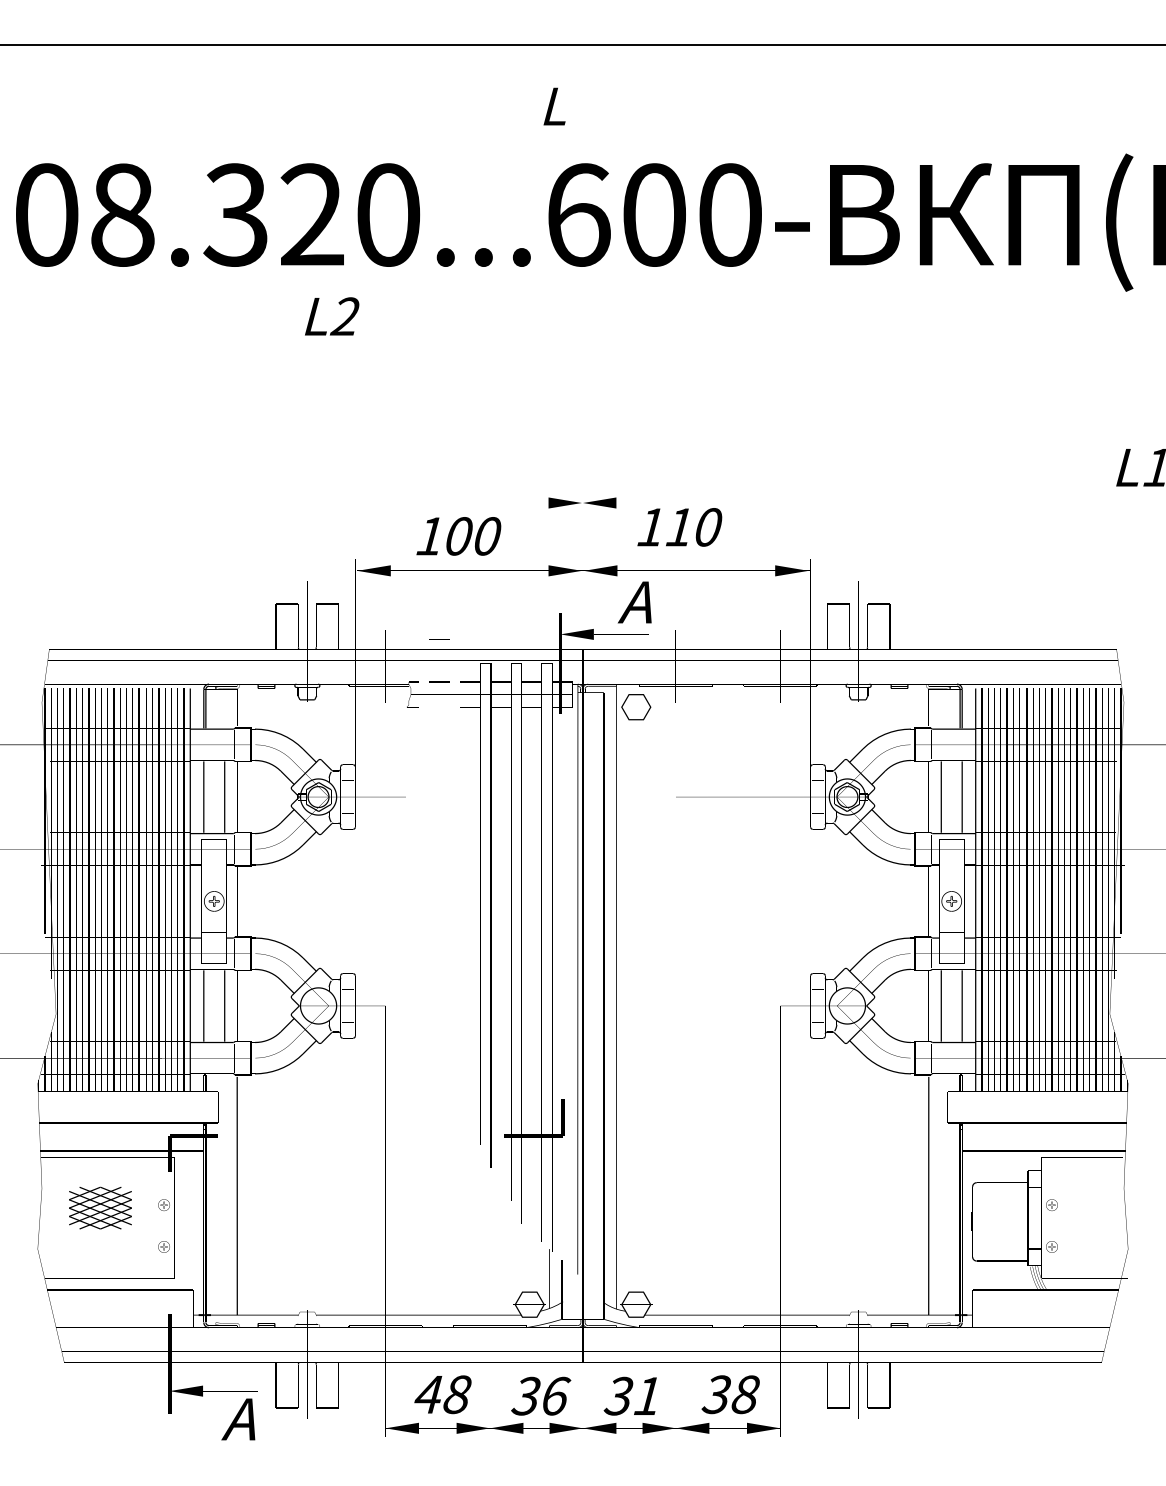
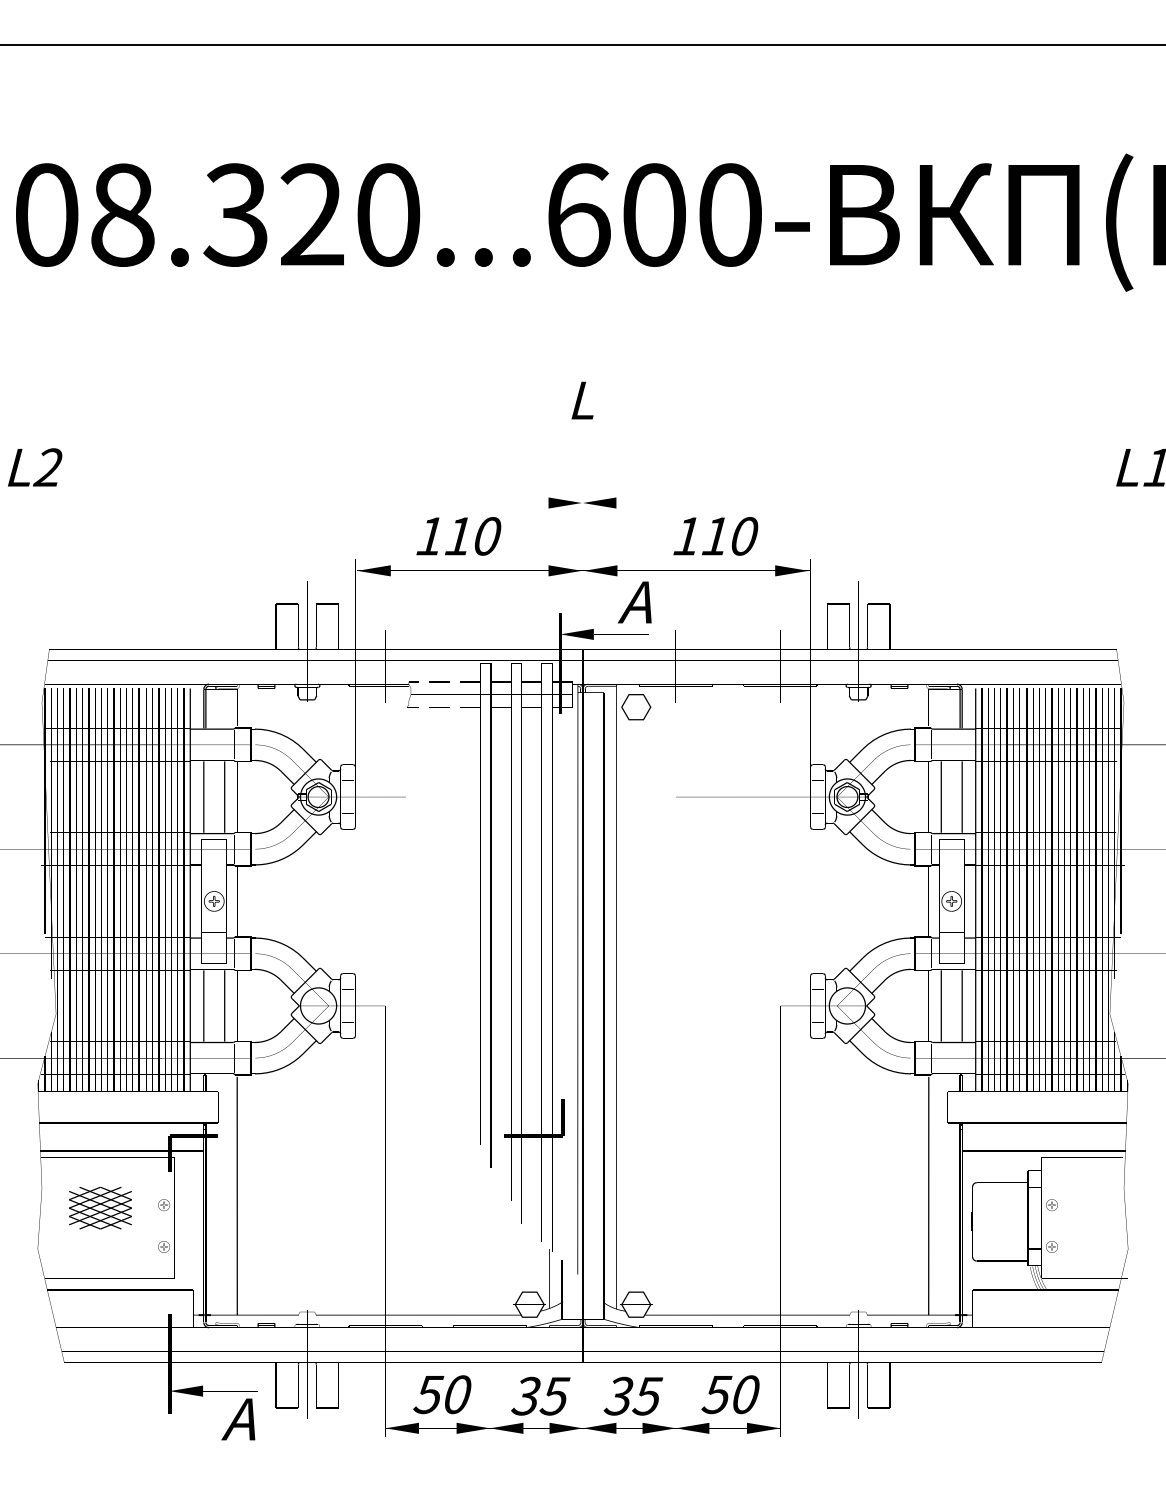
text at (554, 106) position: (554, 106) -> (582, 400)
text at (332, 316) position: (332, 316) -> (35, 467)
text at (679, 527) position: (679, 527) -> (715, 536)
text at (458, 536): 100 -> 110
line at (439, 639) position: (439, 639) -> (439, 707)
text at (442, 1394): 48 -> 50
text at (730, 1394): 38 -> 50
text at (555, 1395): 36 -> 35
text at (647, 1396): 31 -> 35
